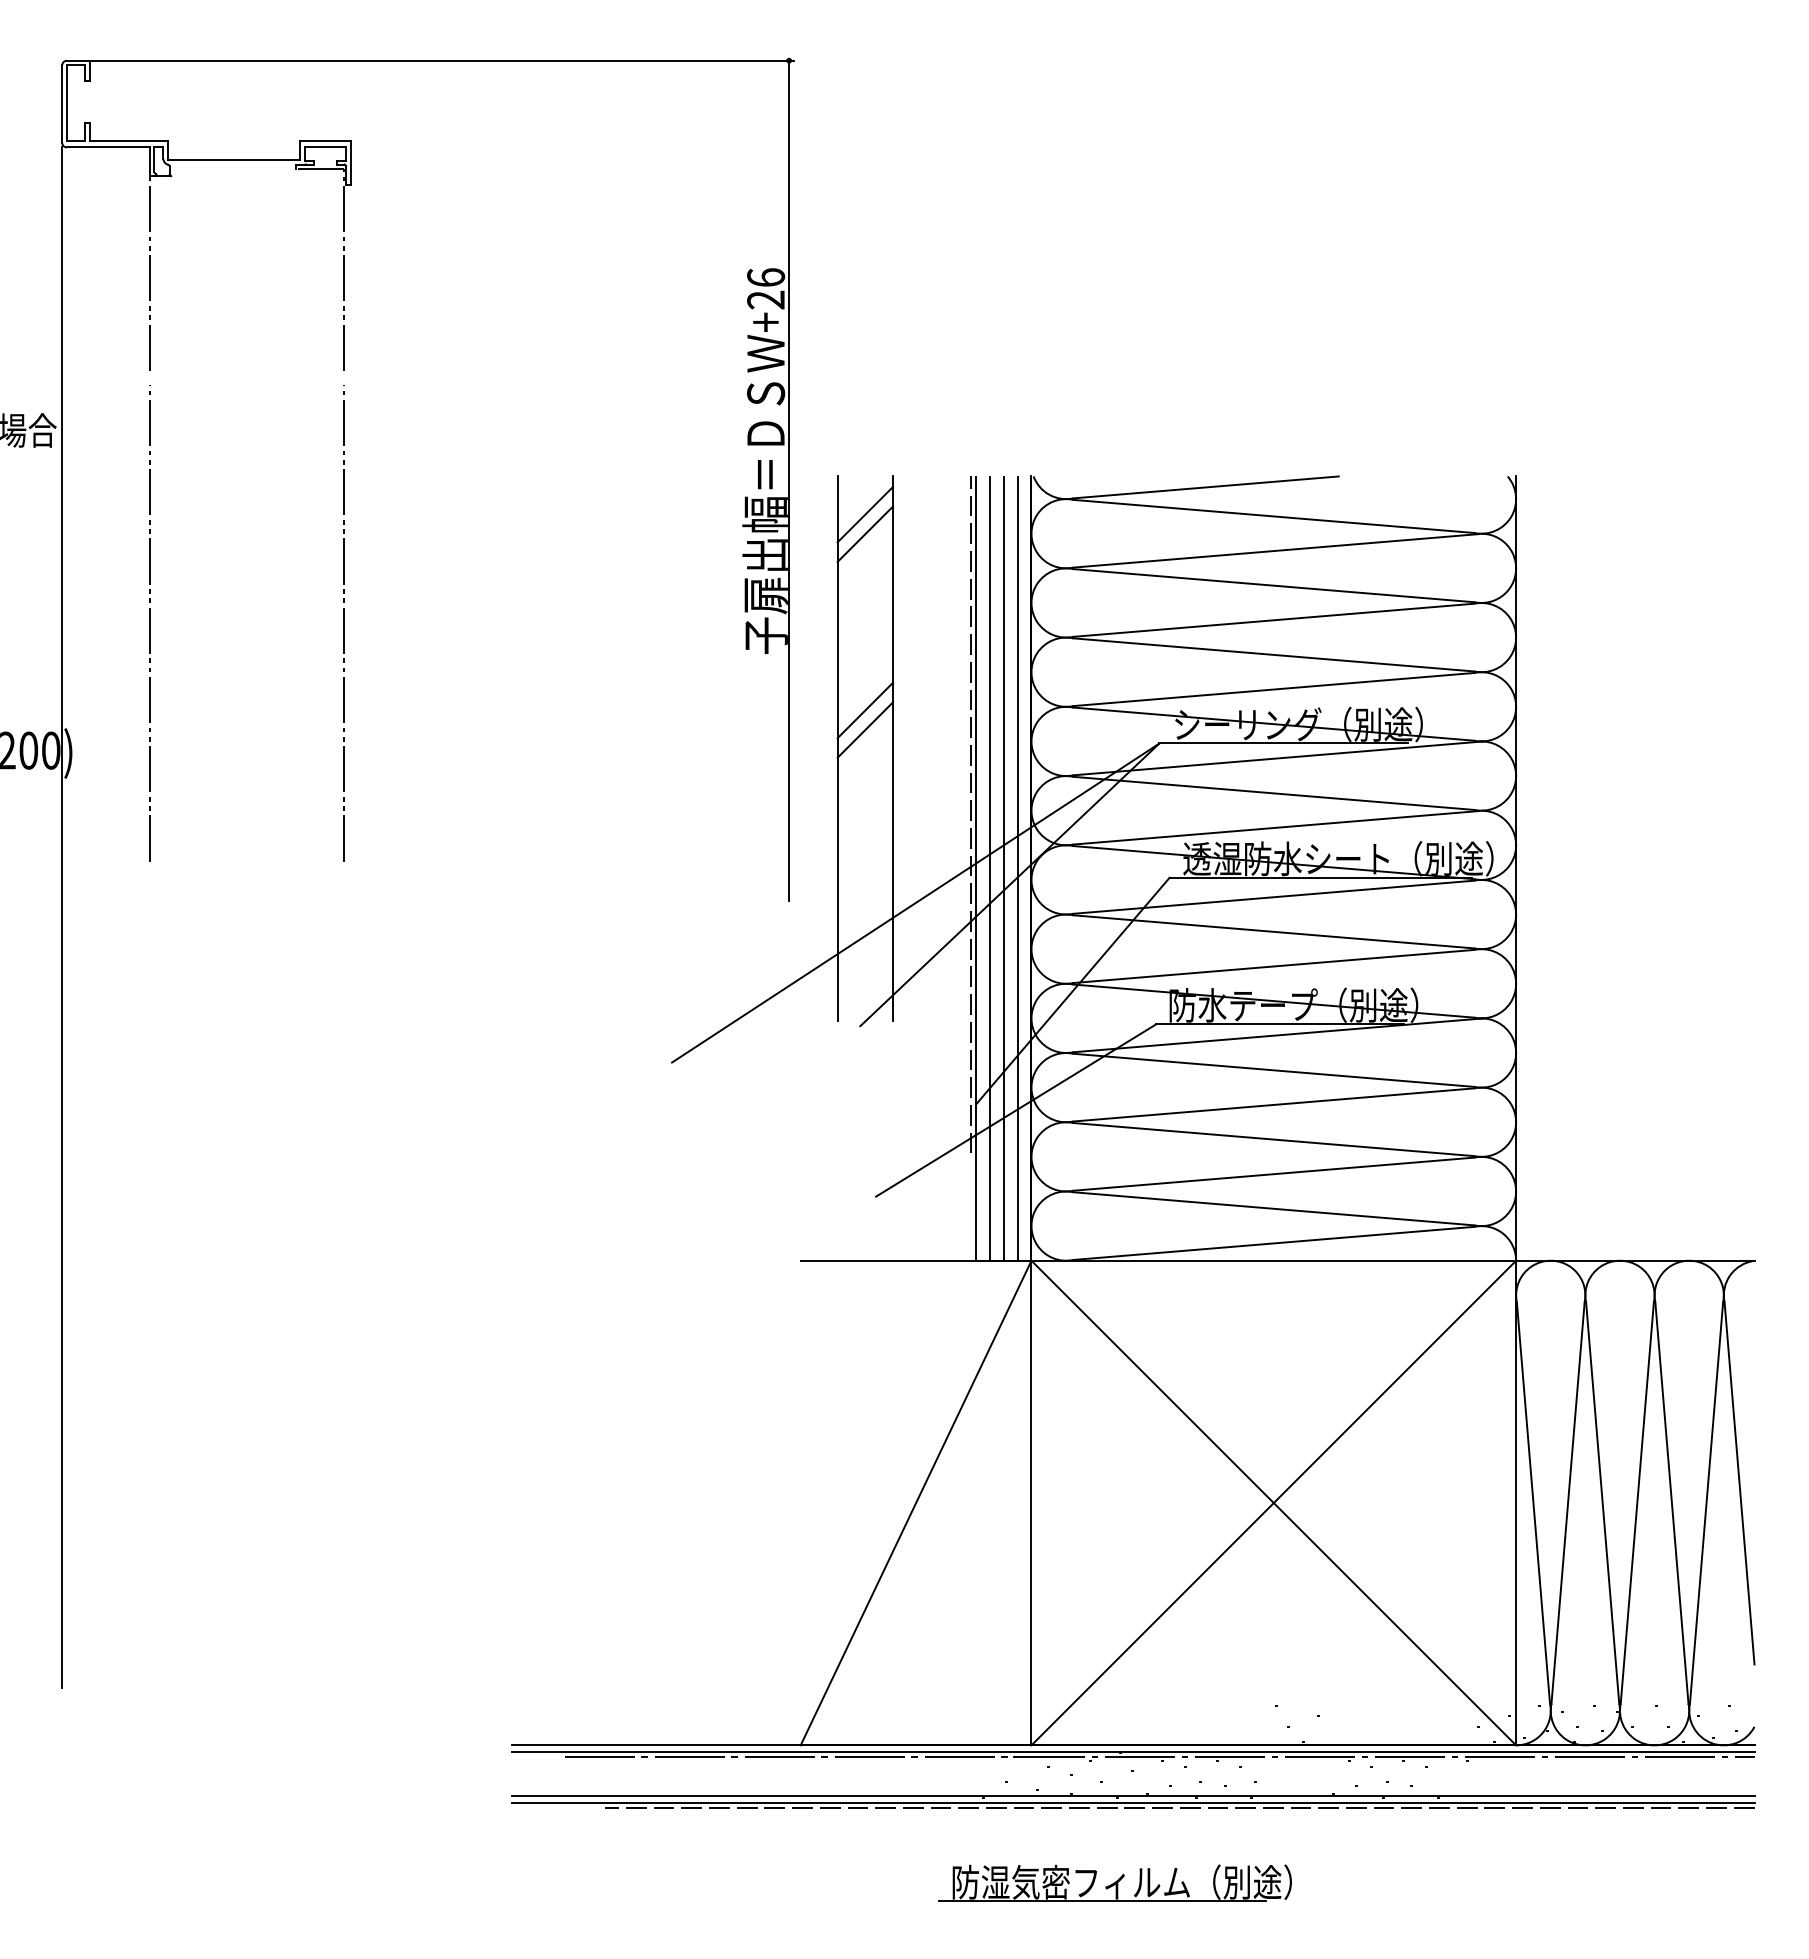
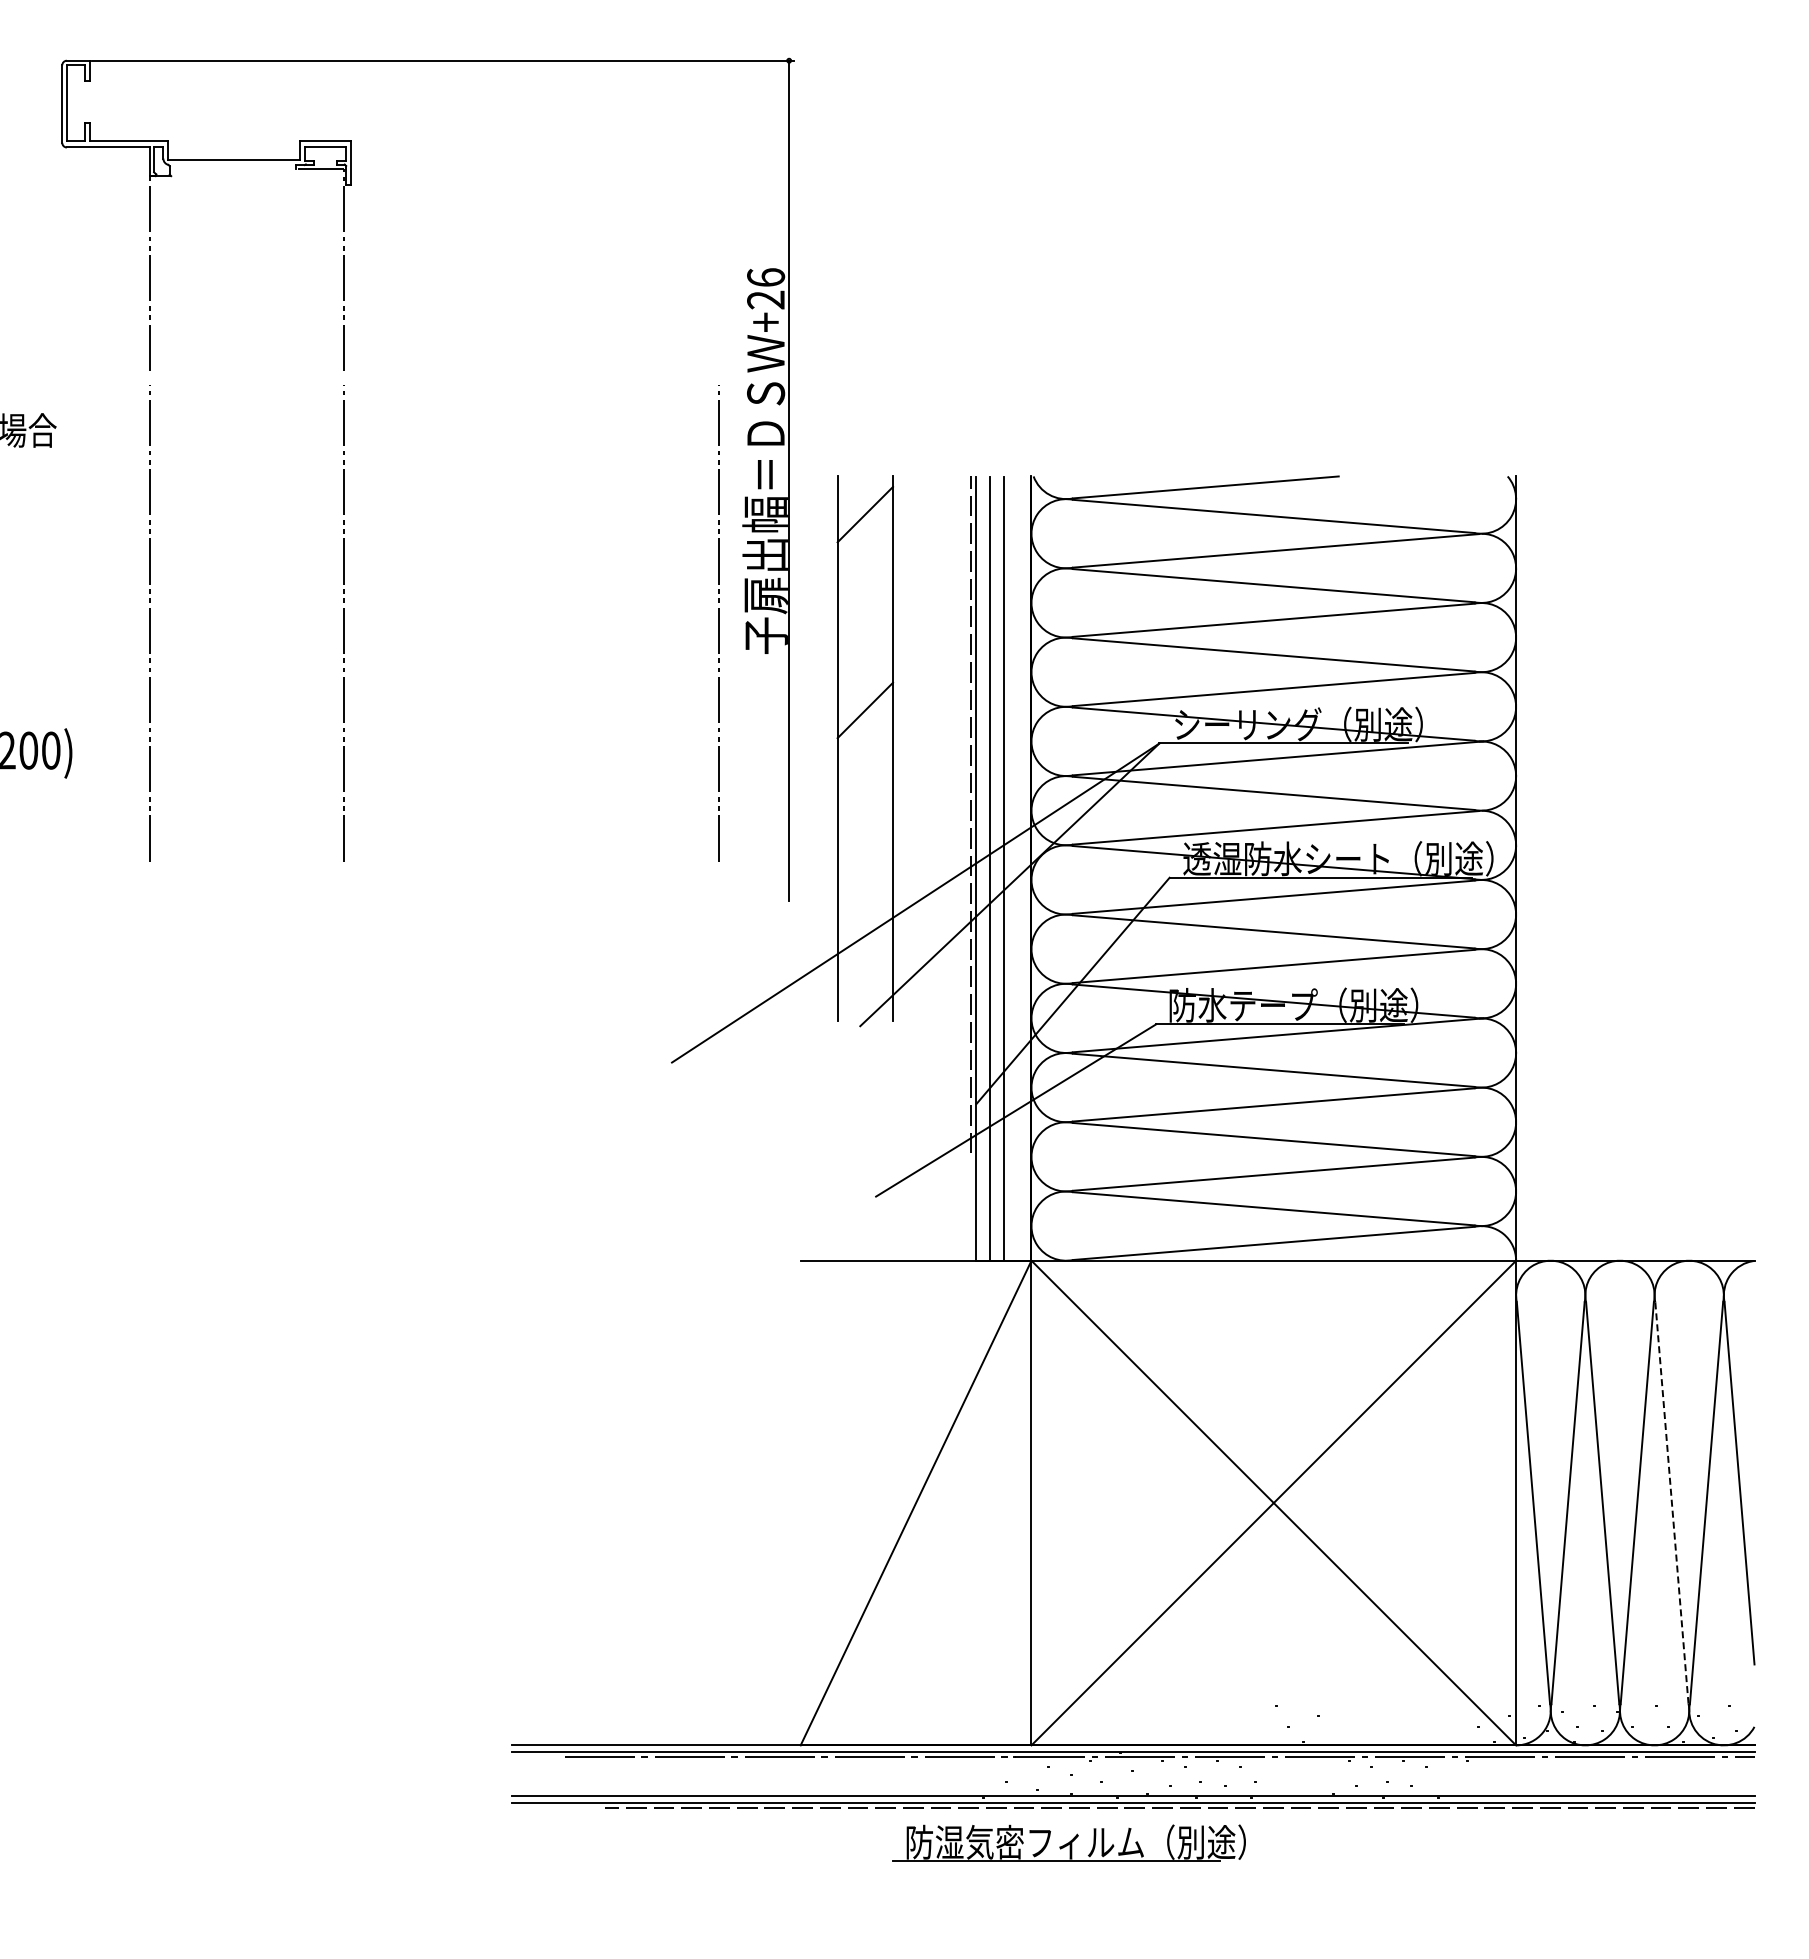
line at (865, 533): present -> none
line at (718, 623): none -> present
line at (865, 729): present -> none
line at (1017, 868): present -> none
line at (62, 917): present -> none
line at (1671, 1503): solid -> dashed
part at (1114, 1882) position: (1114, 1882) -> (1068, 1842)
